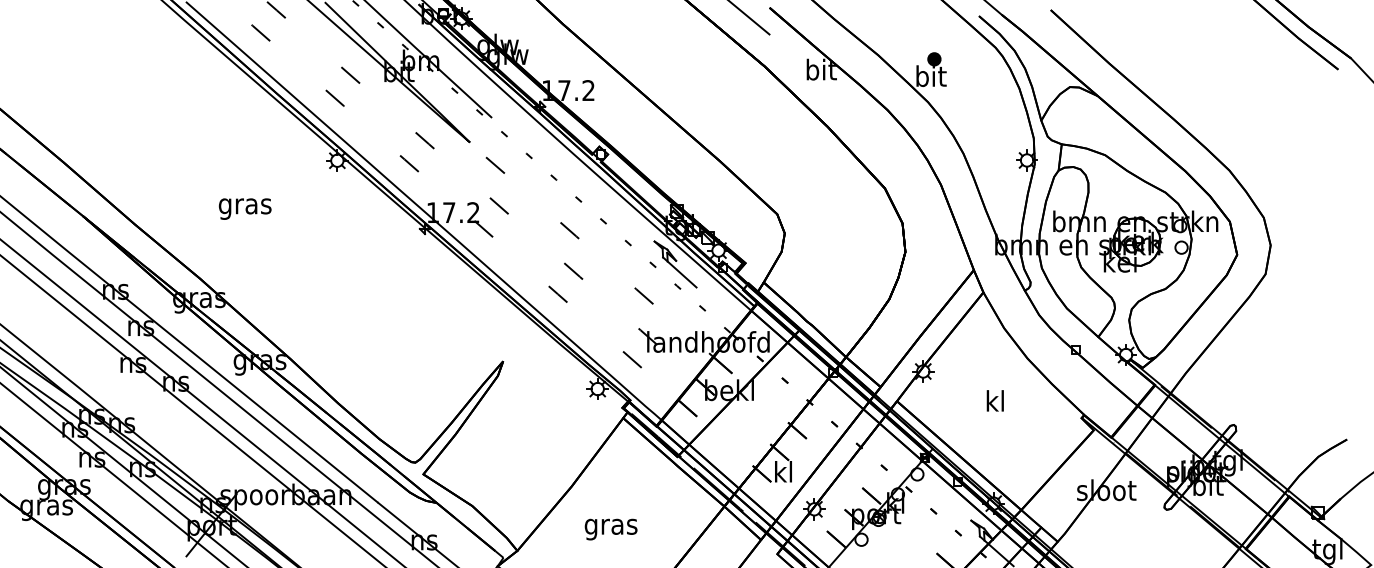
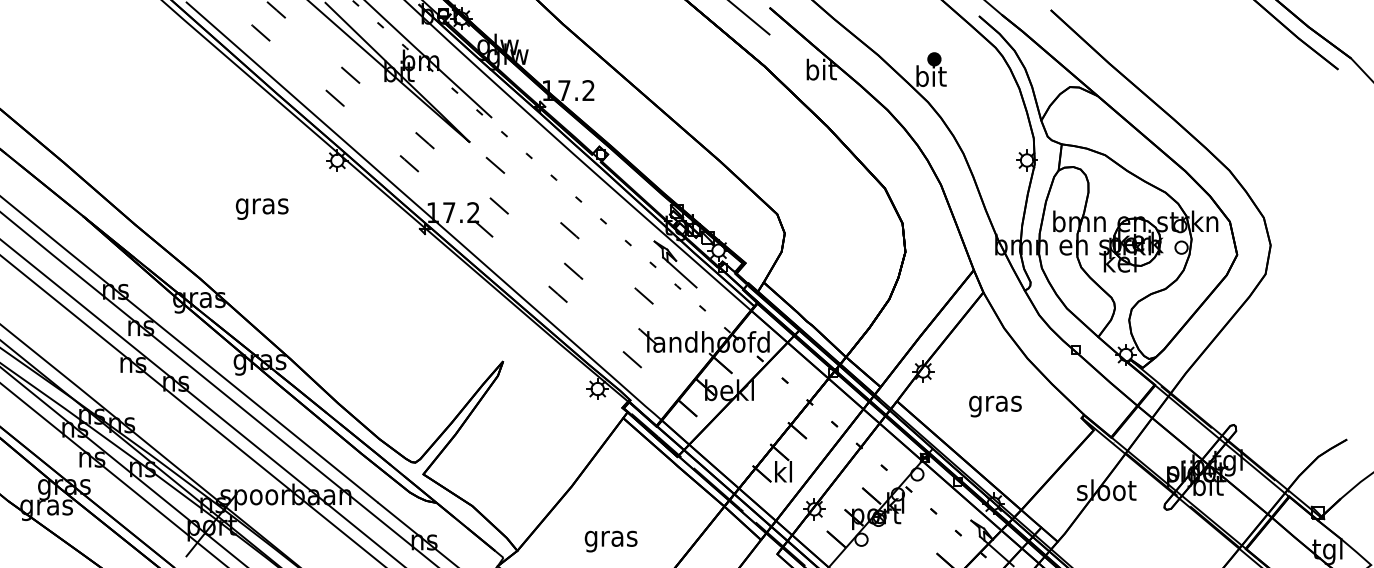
text at (244, 208) position: (244, 208) -> (261, 208)
text at (995, 403): kl -> gras
text at (610, 529) position: (610, 529) -> (610, 541)
